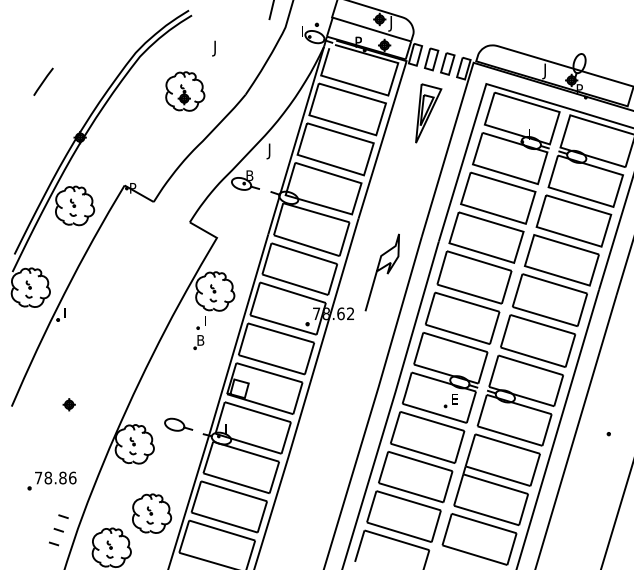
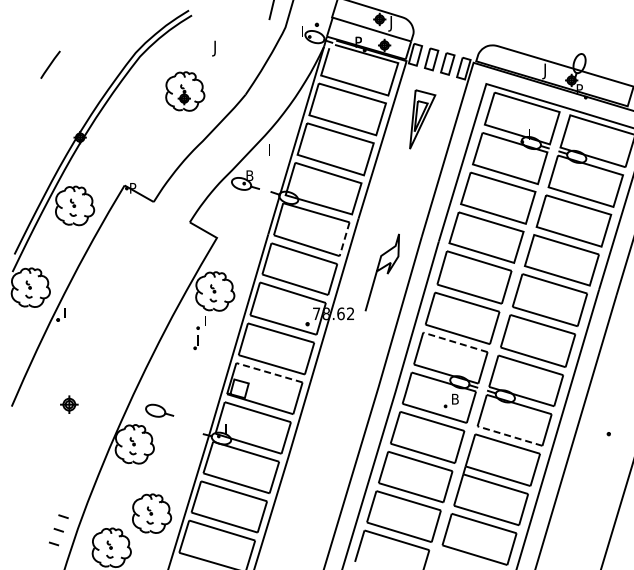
line at (43, 81) position: (43, 81) -> (50, 64)
part at (428, 113) position: (428, 113) -> (422, 119)
text at (268, 151): J -> I
line at (344, 239): solid -> dashed
text at (200, 340): B -> I
line at (455, 342): solid -> dashed
line at (269, 372): solid -> dashed
text at (455, 398): E -> B
part at (68, 404) size: 14x14 px -> 19x19 px
part at (178, 424) position: (178, 424) -> (159, 410)
line at (510, 436): solid -> dashed
part at (51, 480): present -> none
